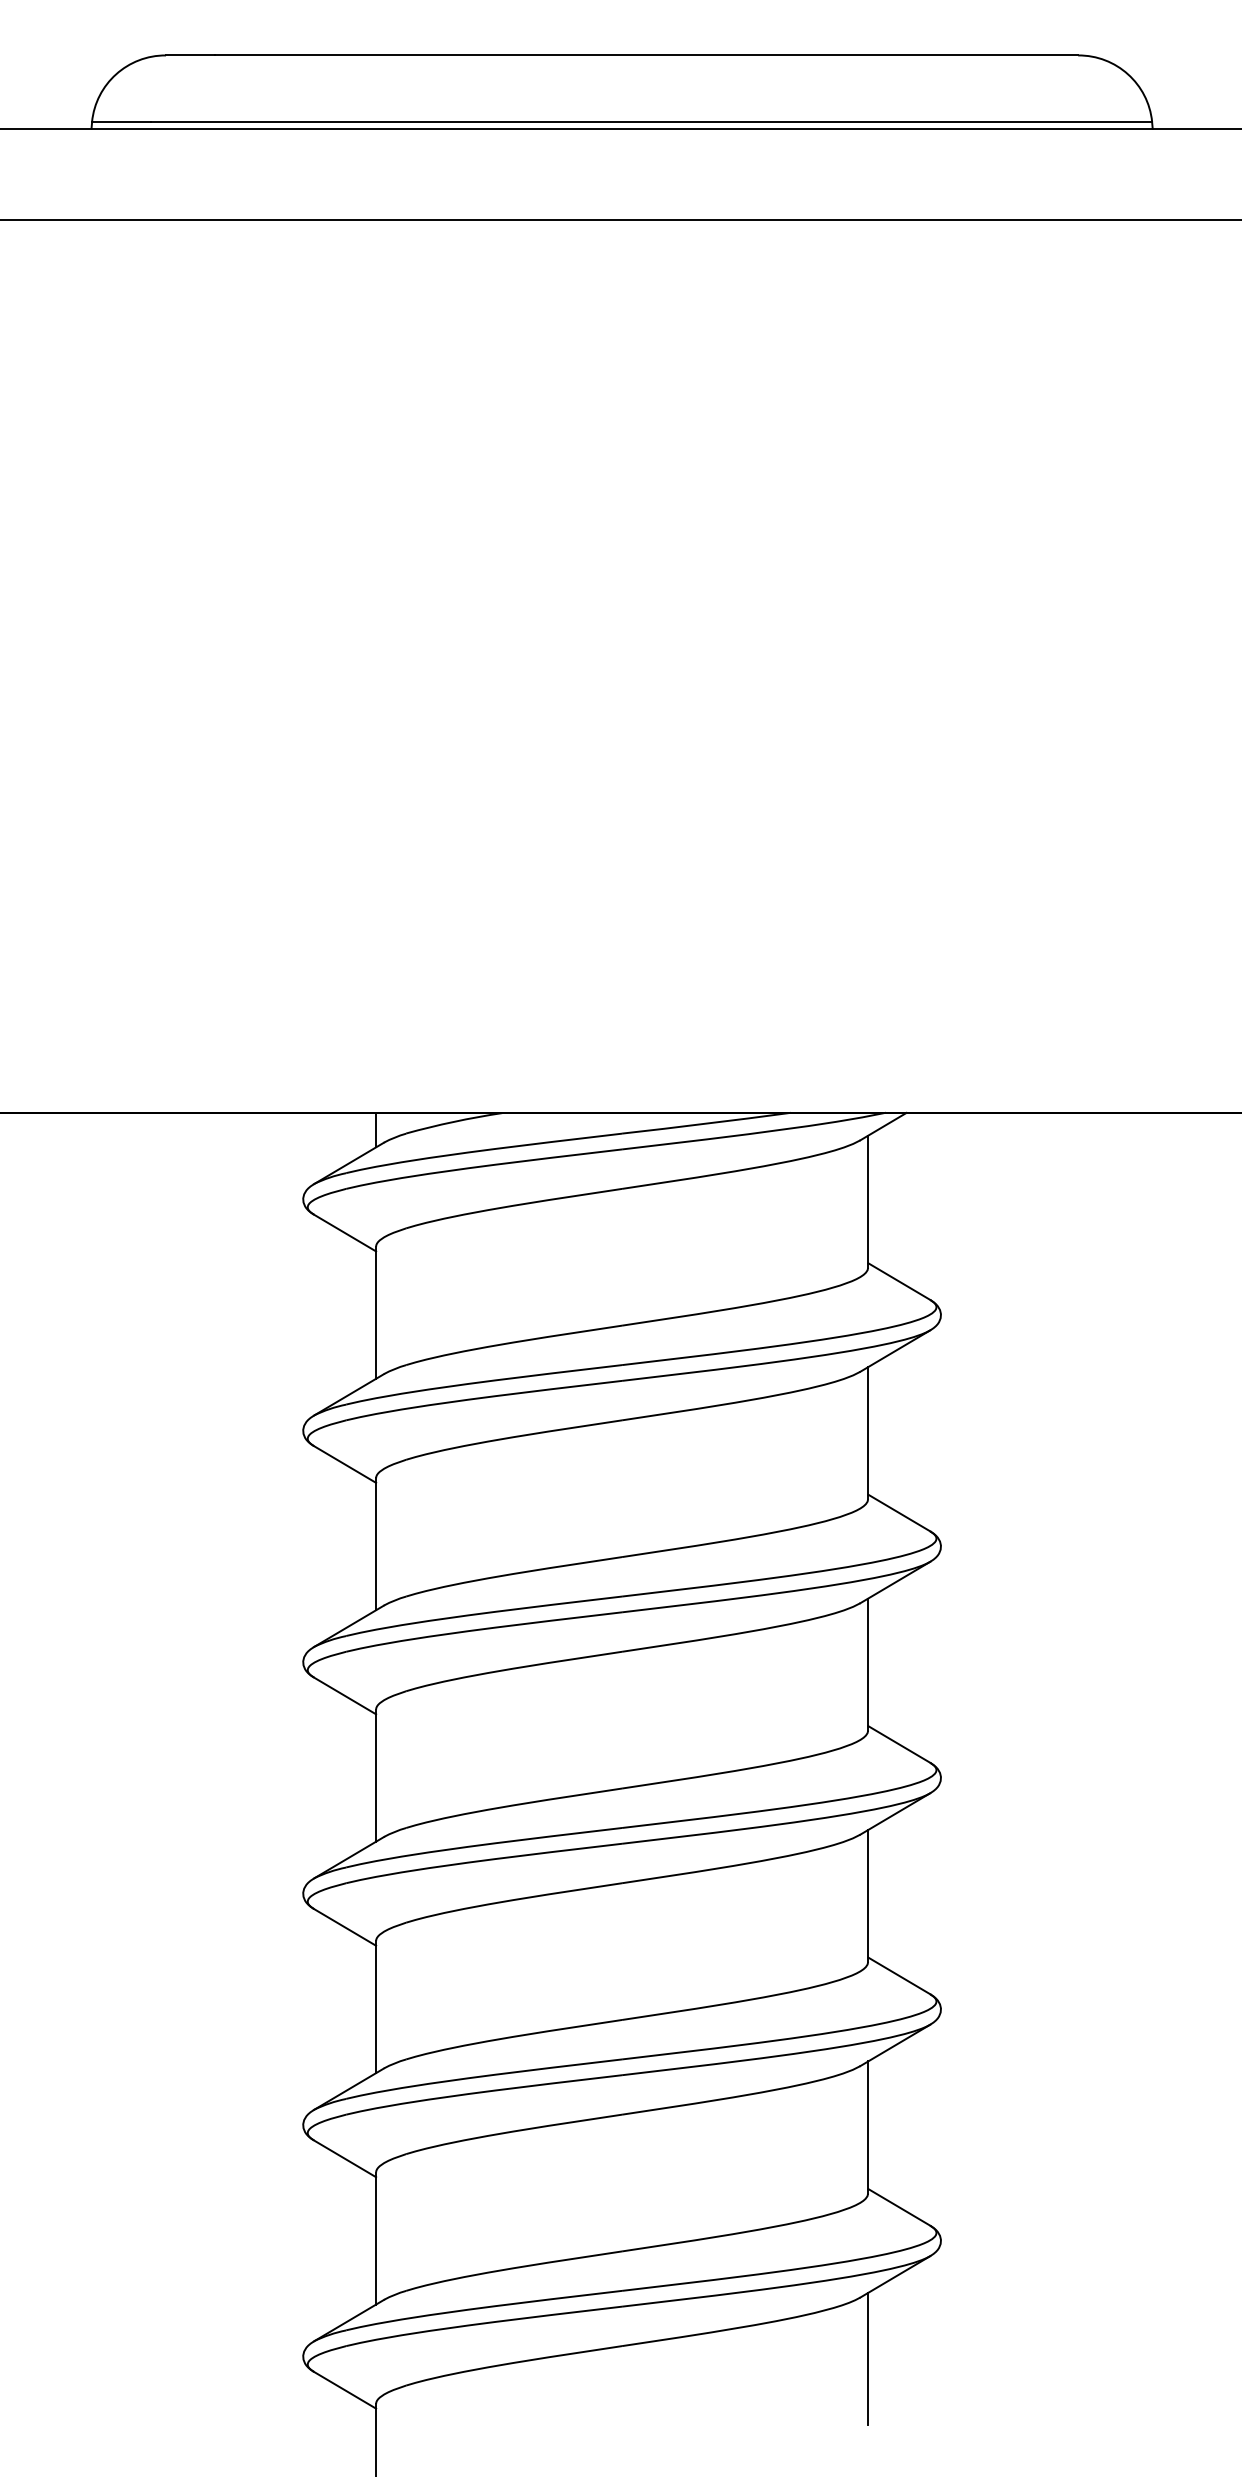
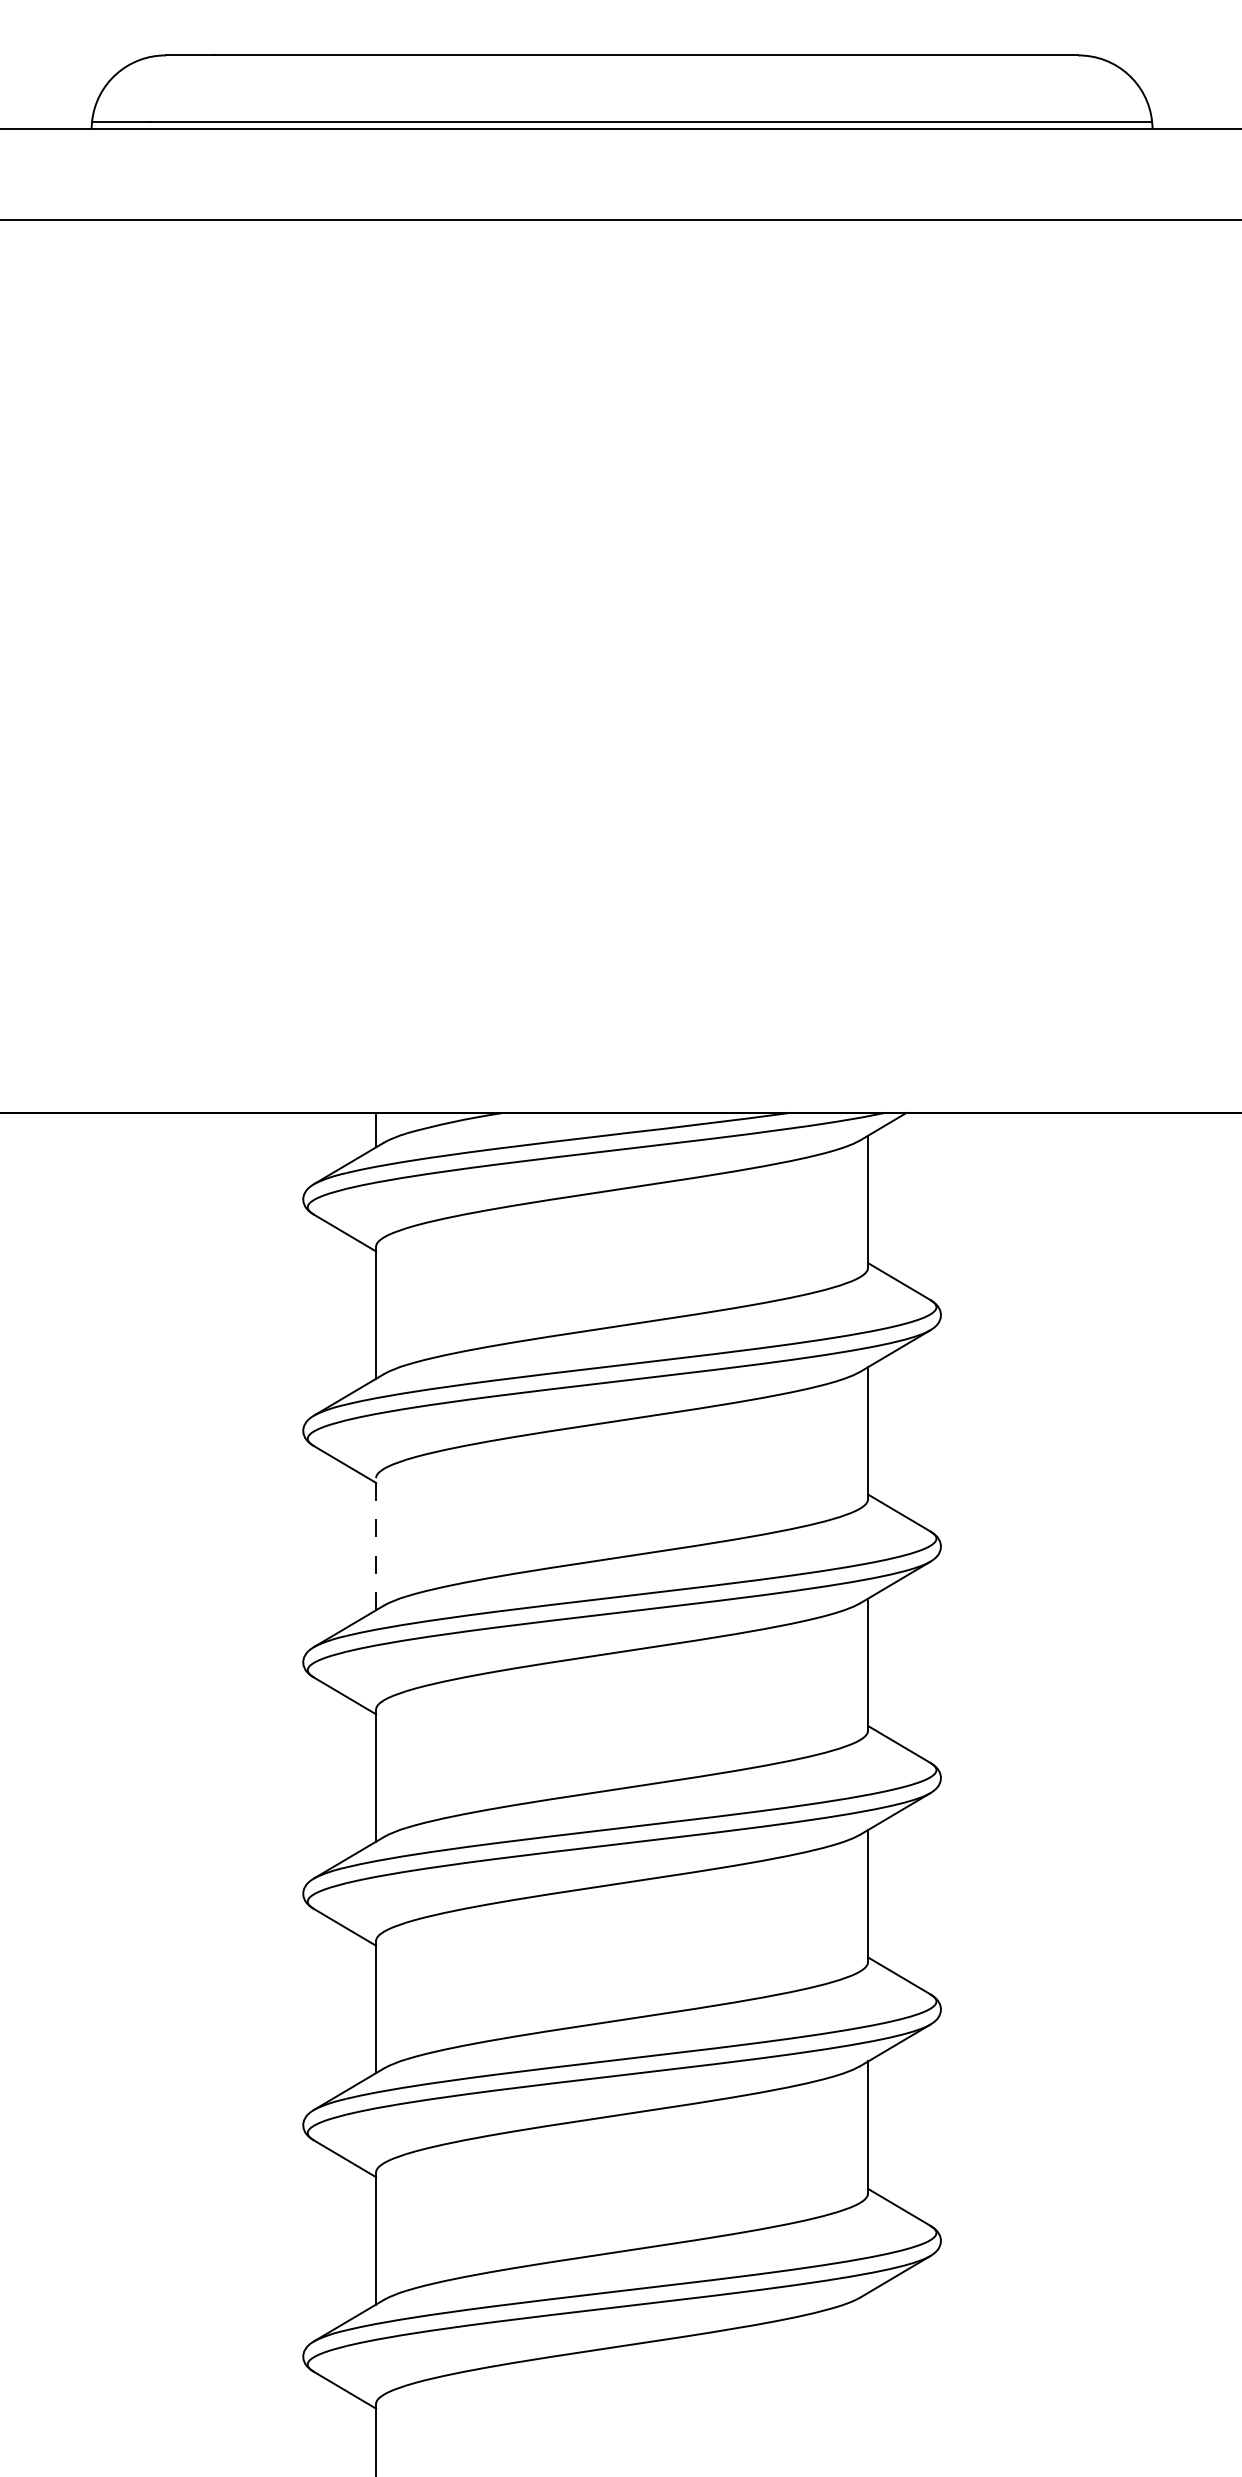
line at (376, 1543): solid -> dashed
line at (868, 2358): present -> none
